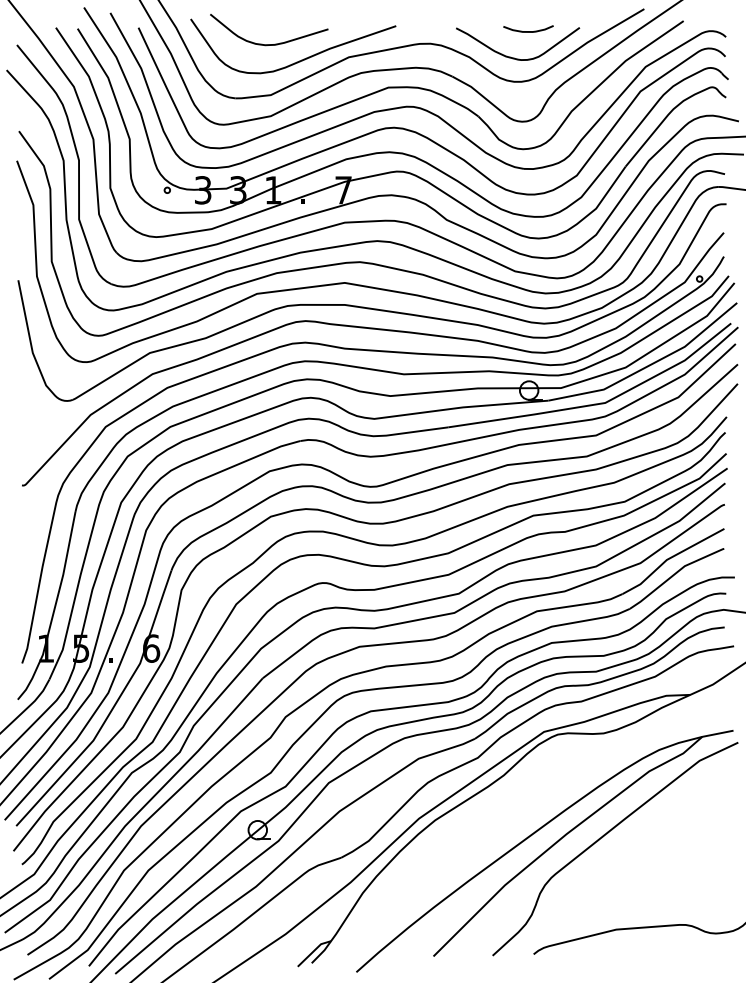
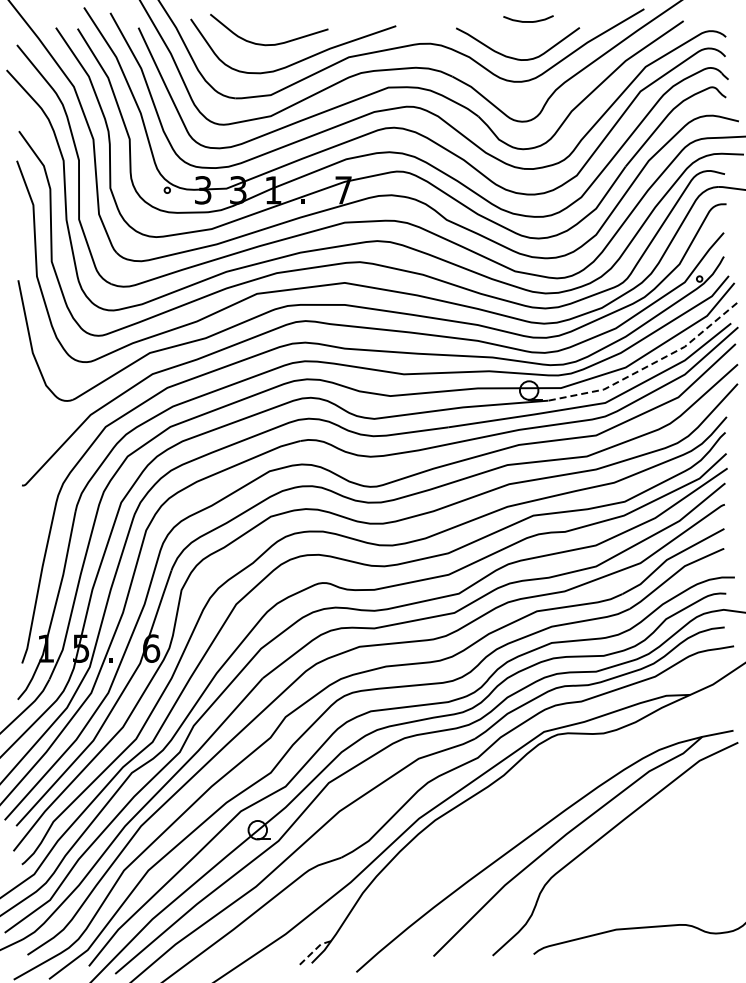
curve at (528, 31) position: (528, 31) -> (528, 21)
line at (649, 365): solid -> dashed
line at (313, 951): solid -> dashed
